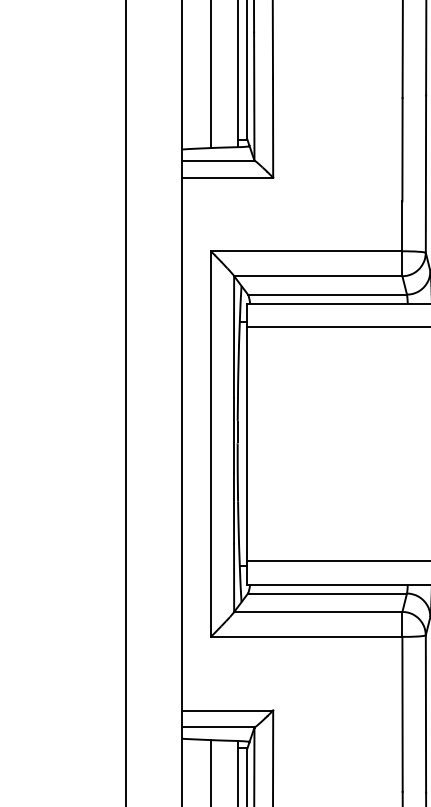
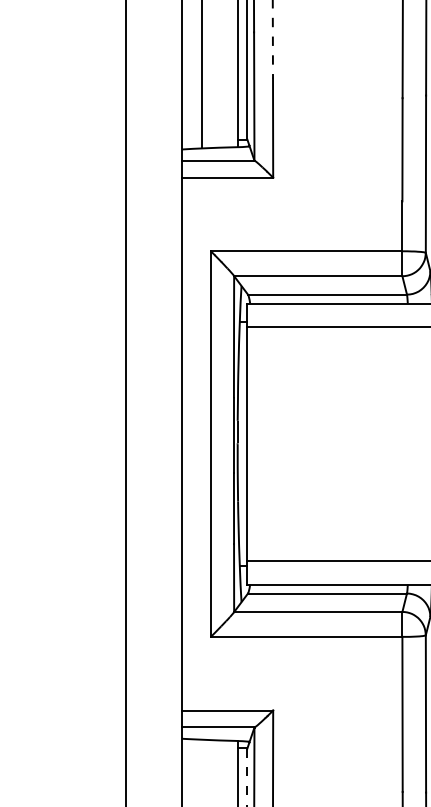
line at (272, 39): solid -> dashed
line at (211, 75) position: (211, 75) -> (202, 75)
line at (211, 771): present -> none
line at (247, 777): solid -> dashed
